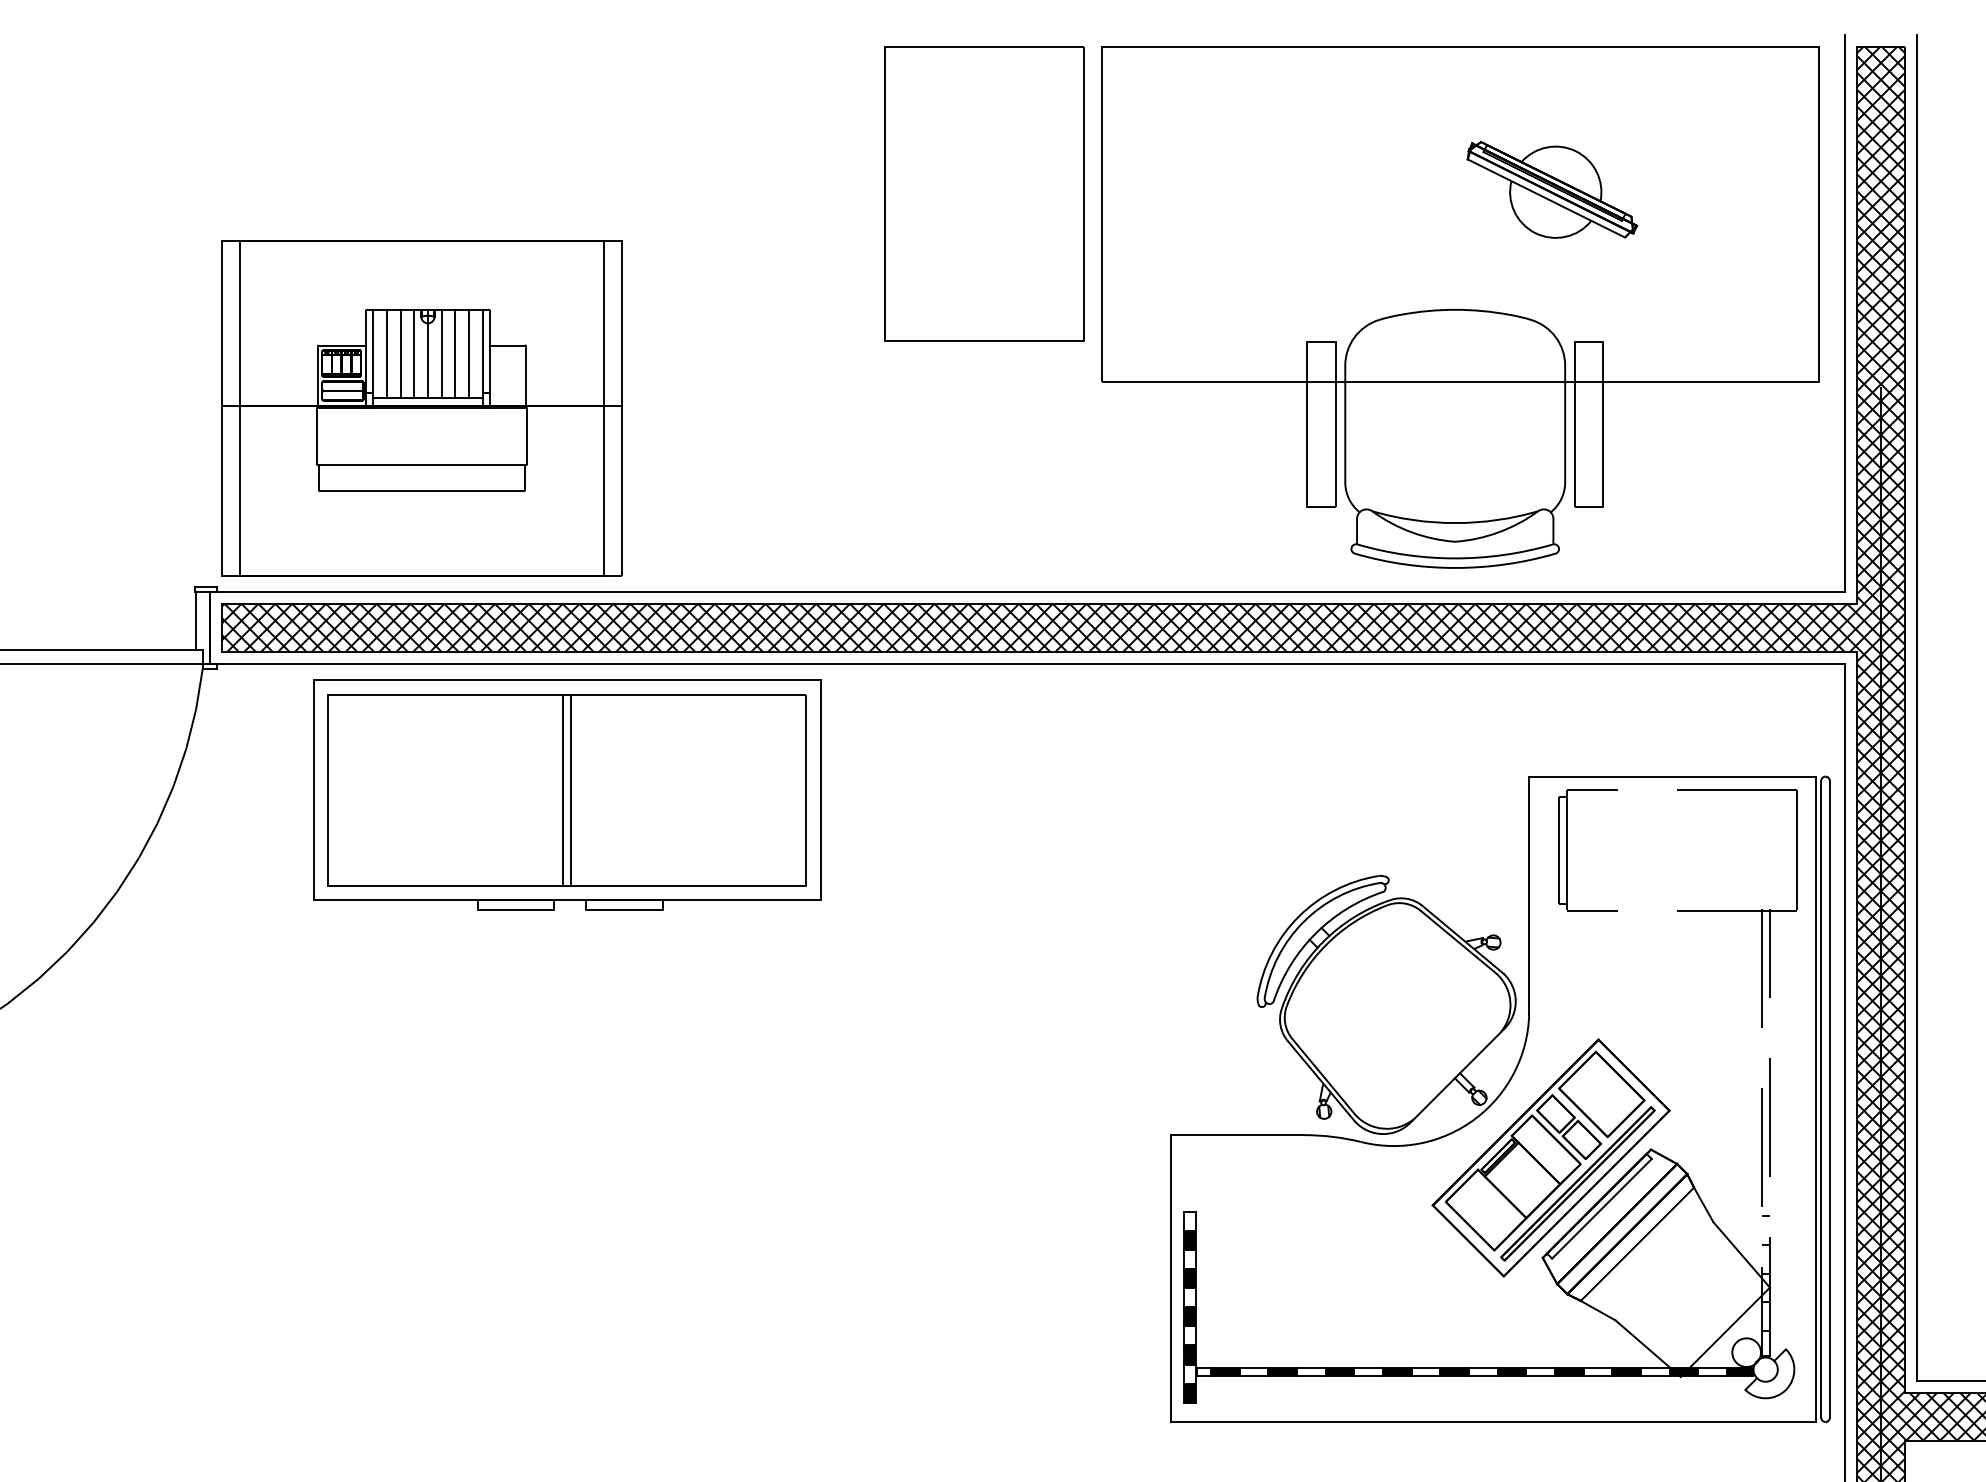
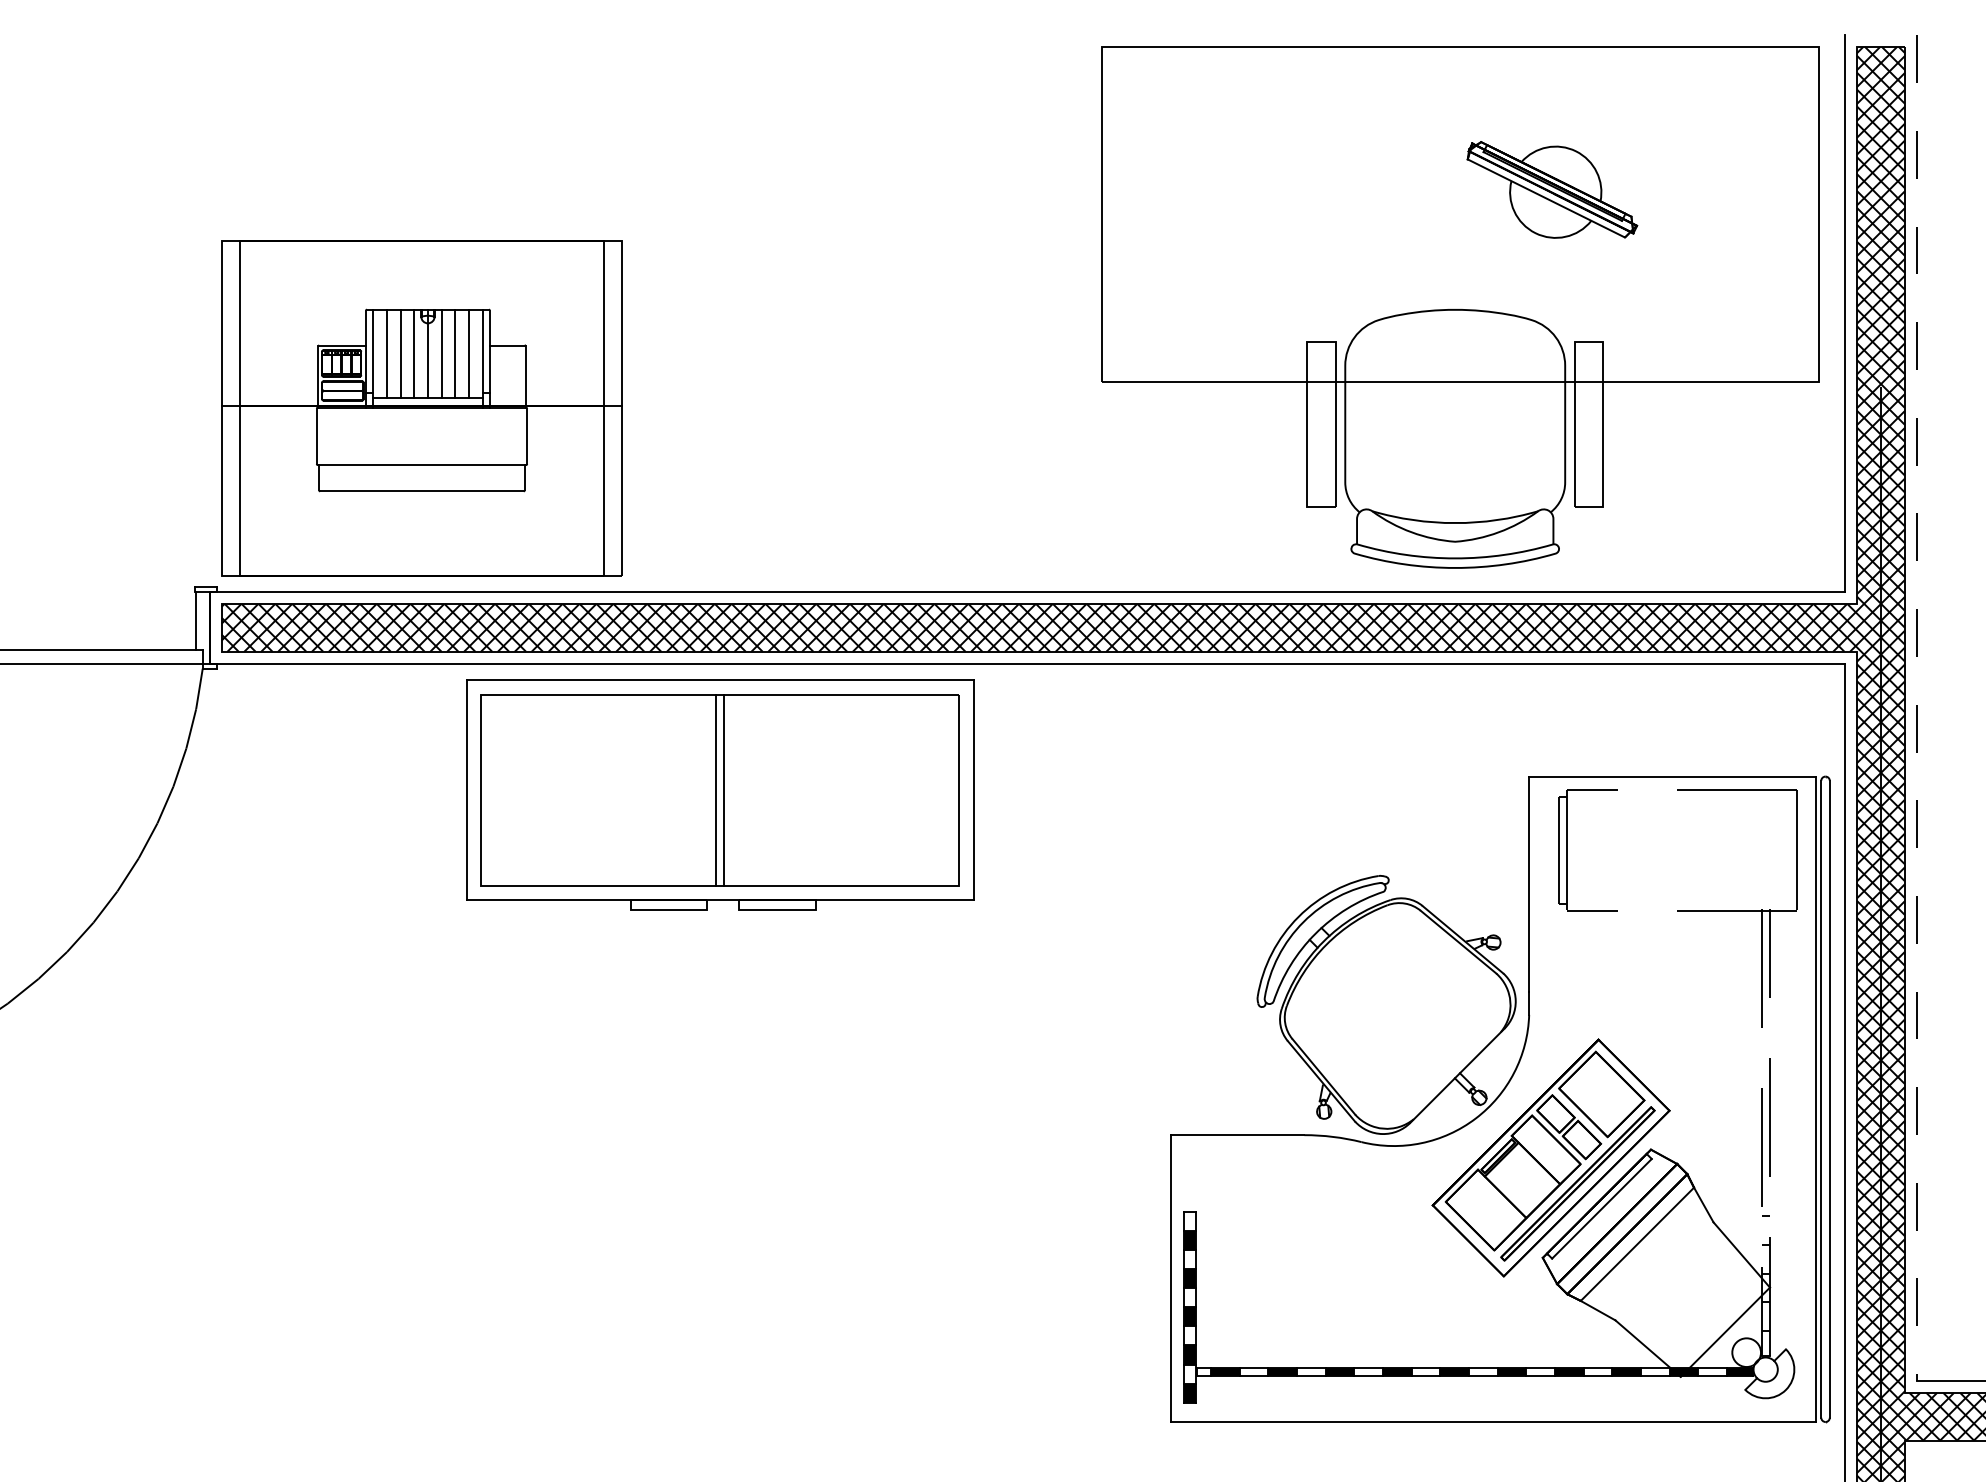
part at (984, 193): present -> none
line at (1916, 708): solid -> dashed
part at (567, 794) position: (567, 794) -> (720, 794)
